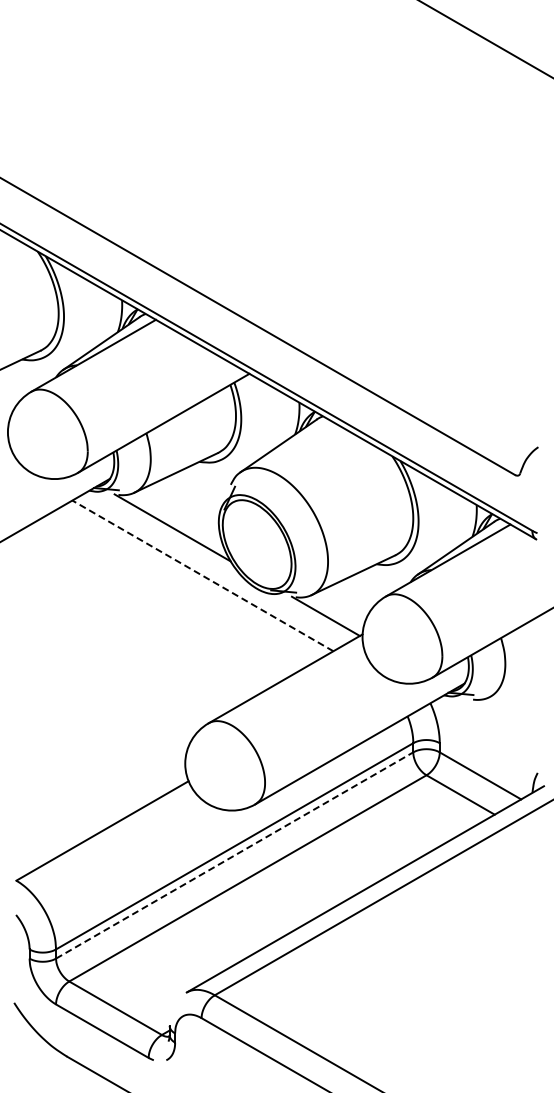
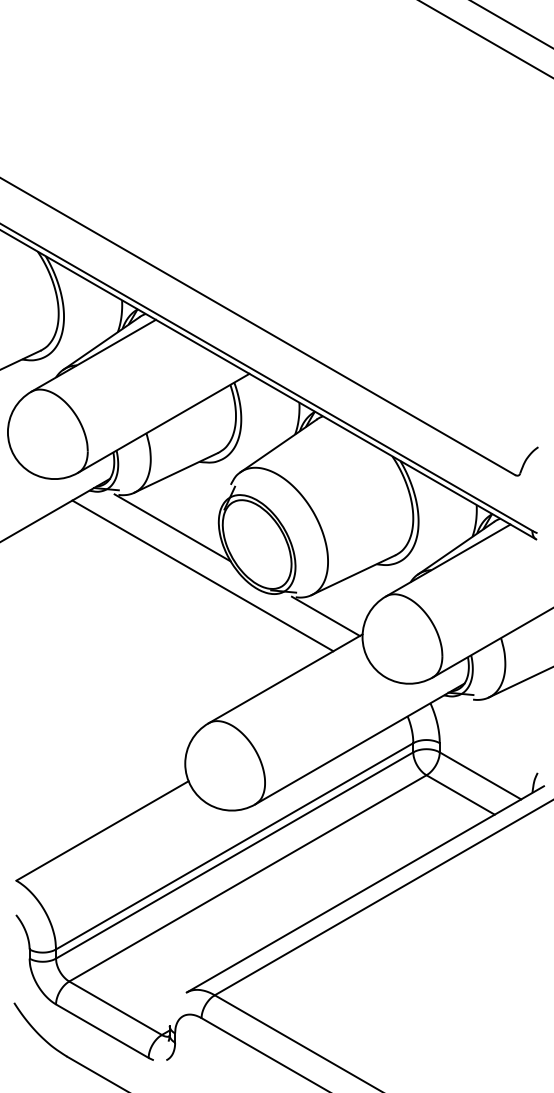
line at (511, 24): none -> present
line at (202, 575): dashed -> solid
line at (519, 682): none -> present
line at (235, 855): dashed -> solid
